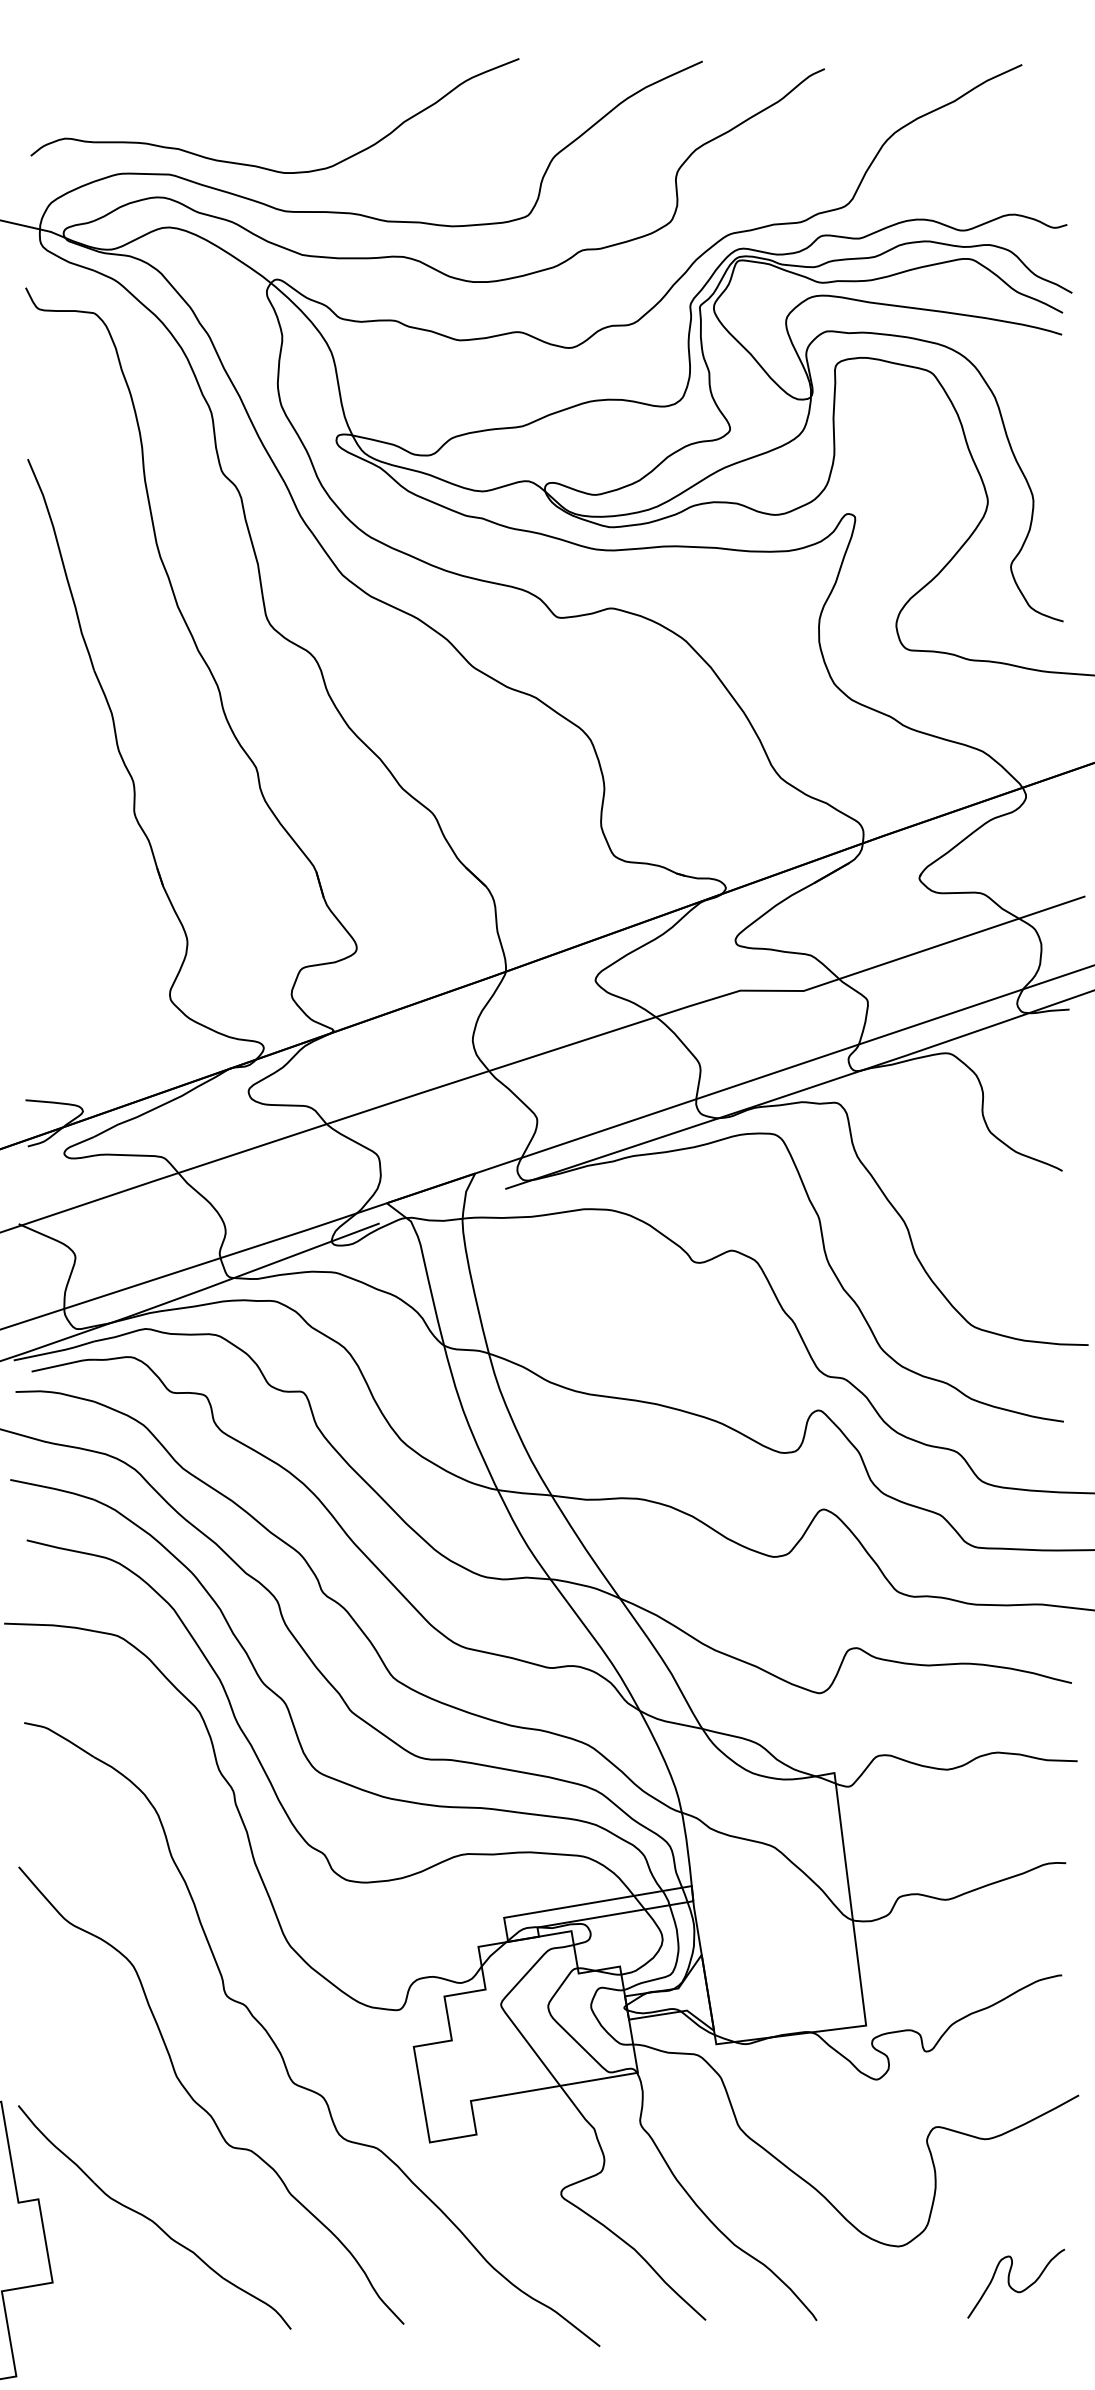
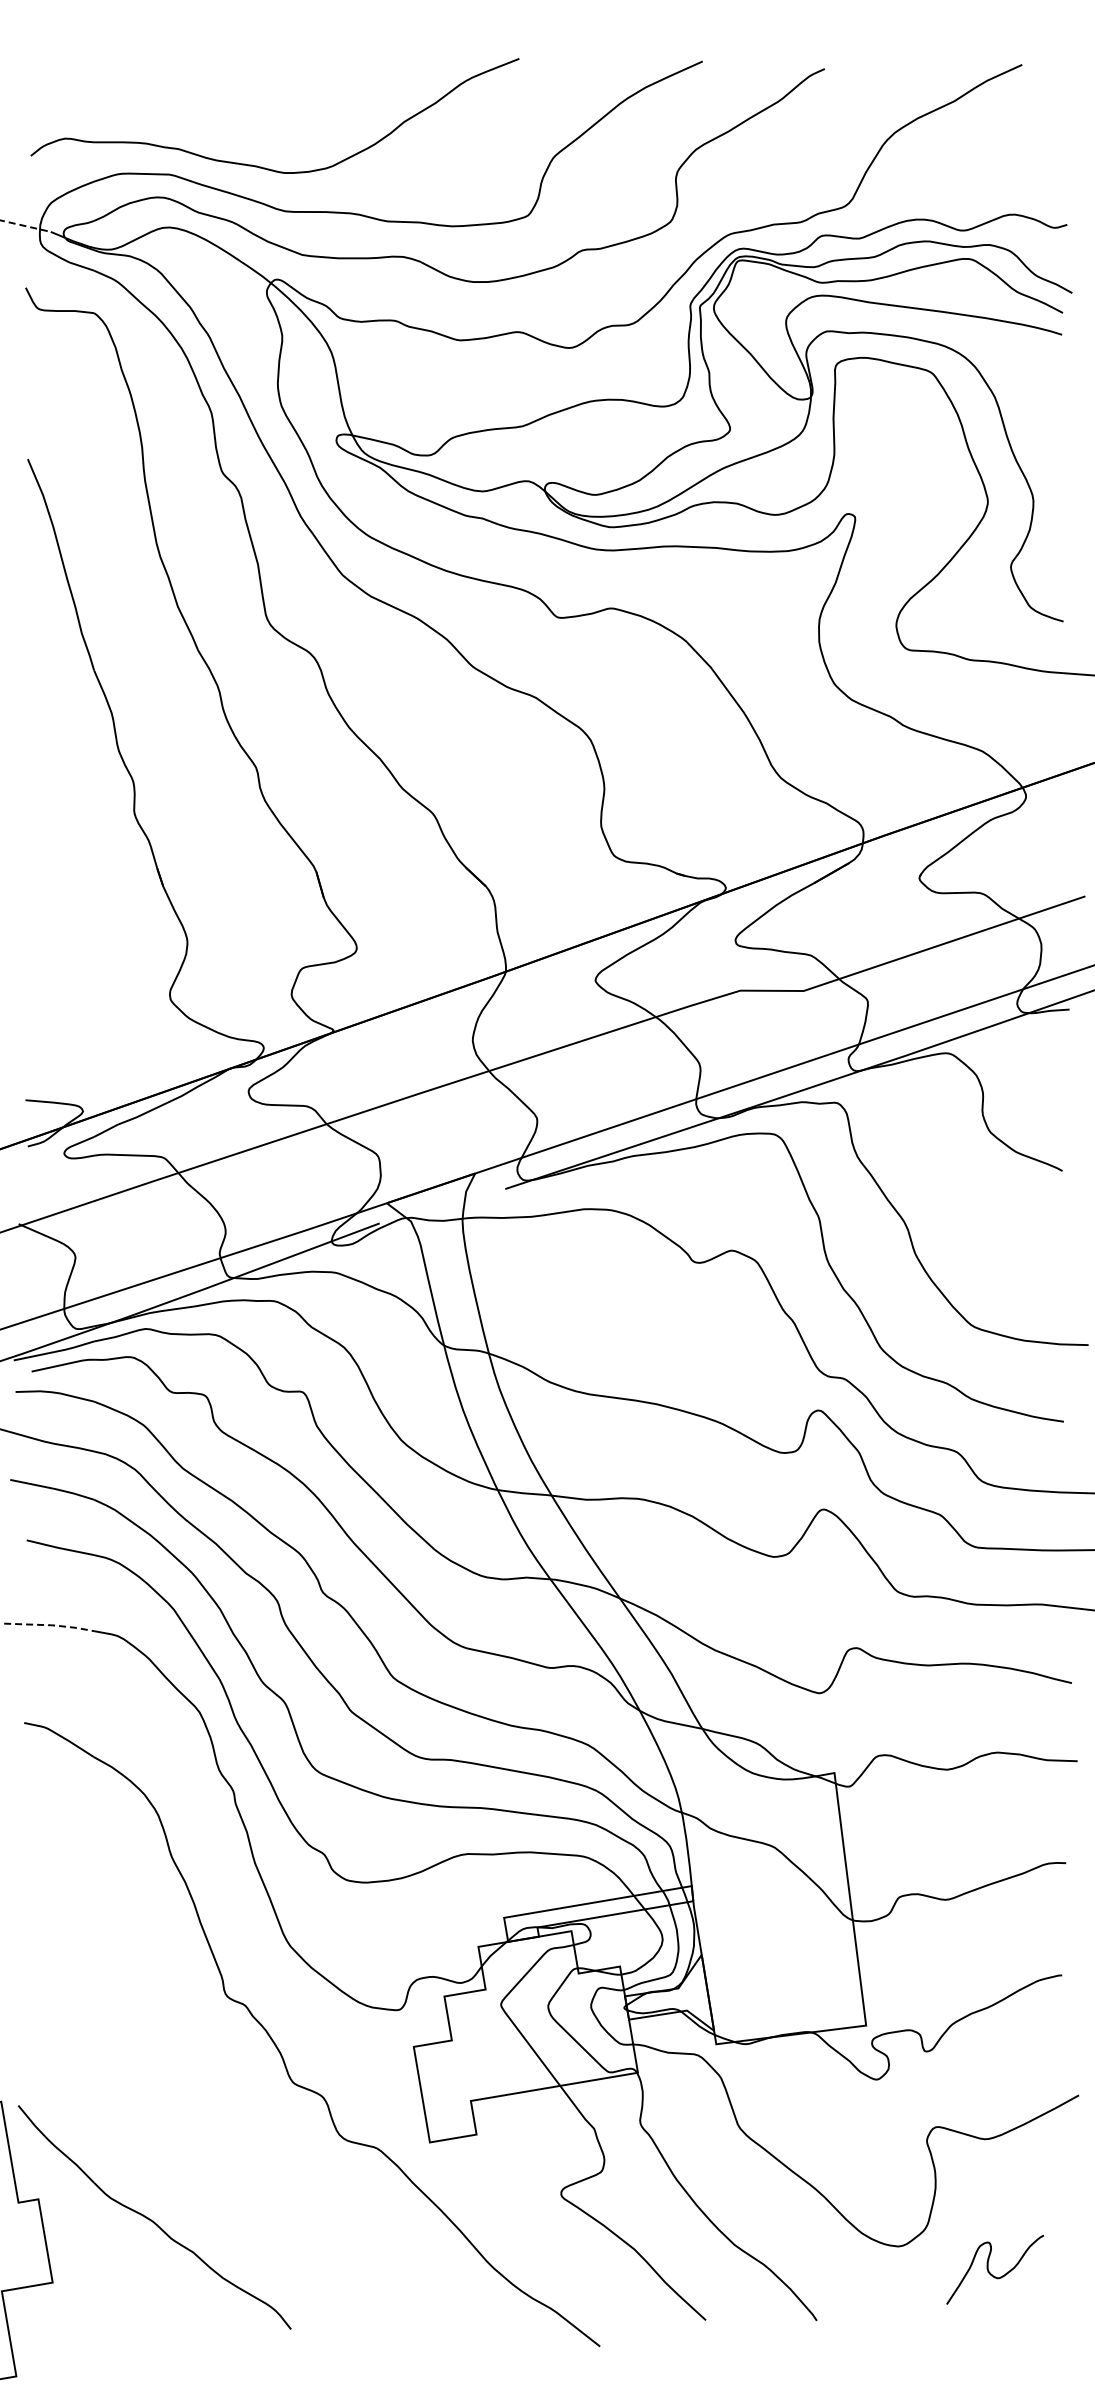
line at (25, 226): solid -> dashed
line at (50, 1625): solid -> dashed
part at (202, 2106): present -> none
curve at (1012, 2287) position: (1012, 2287) -> (991, 2273)
